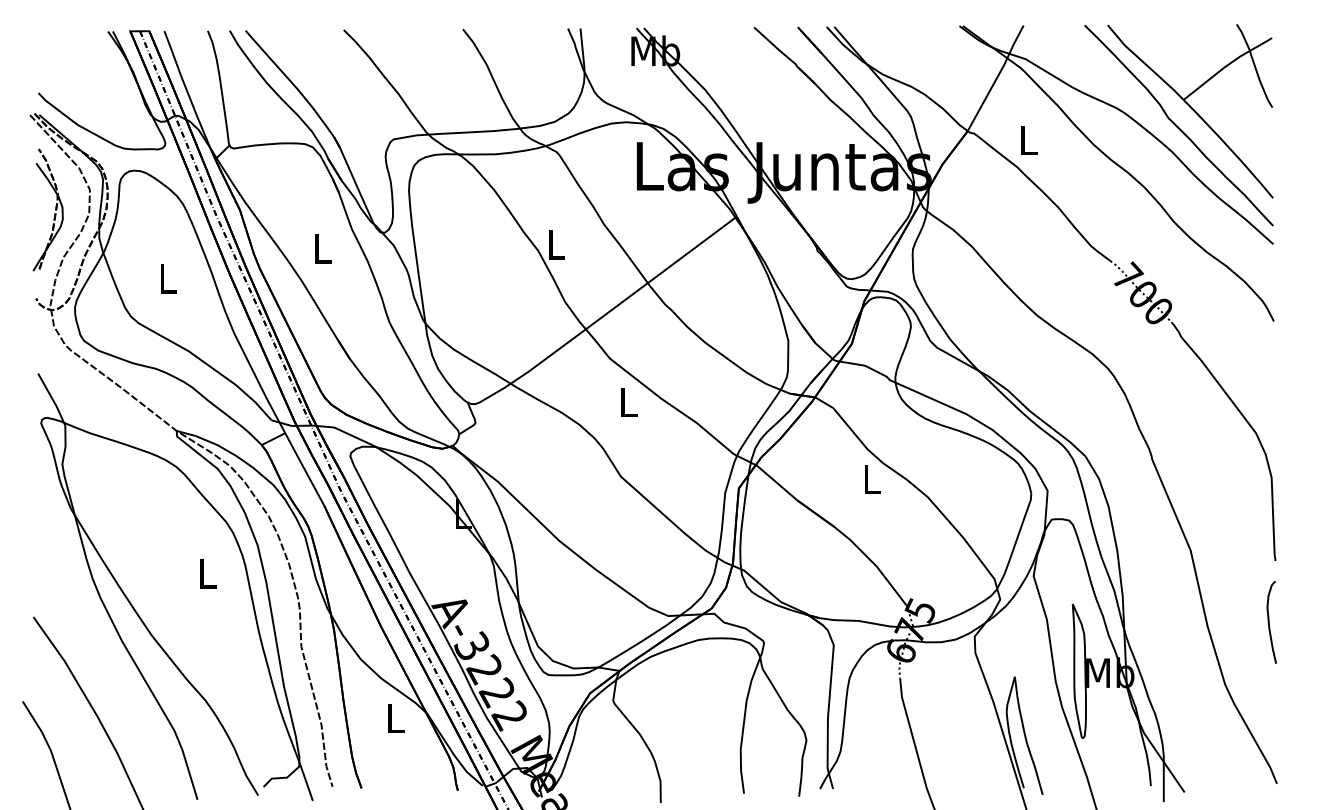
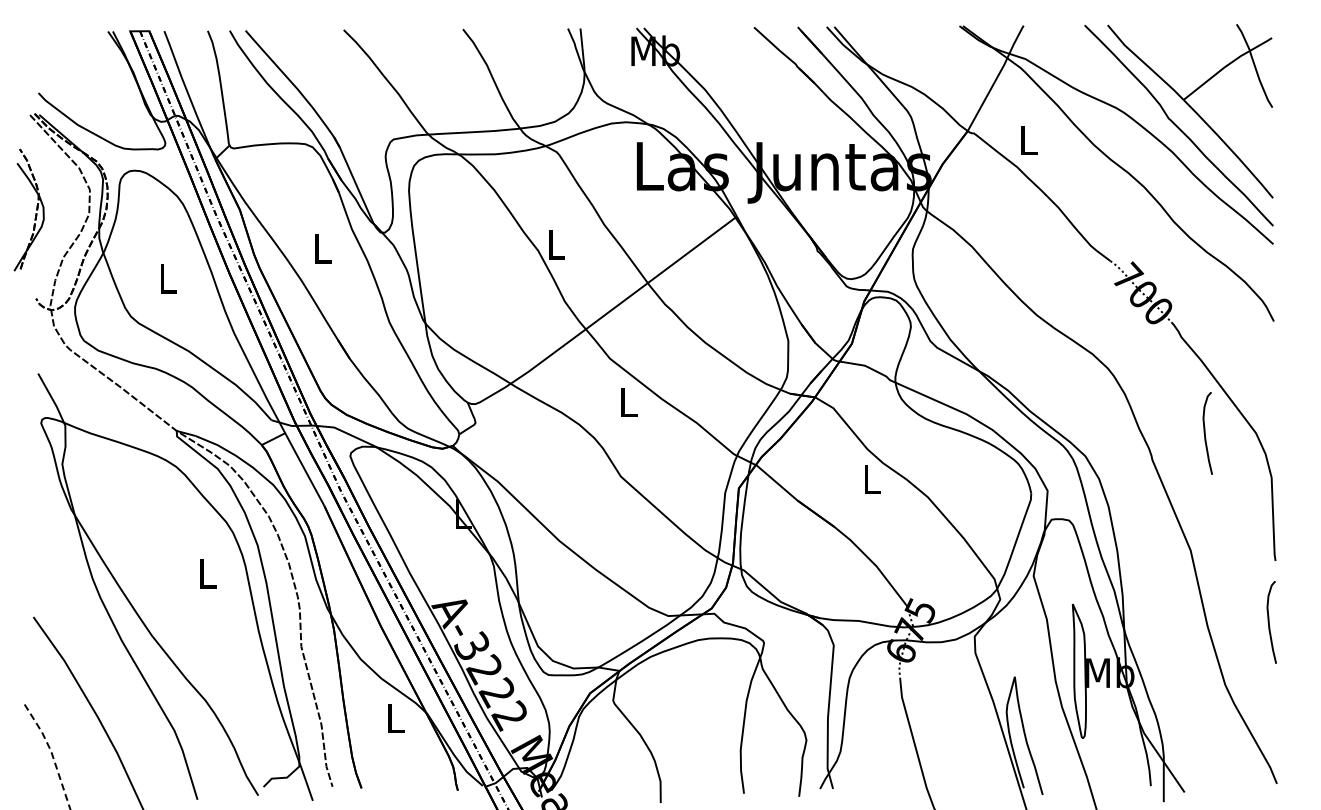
part at (55, 209) position: (55, 209) -> (36, 209)
curve at (1205, 433): none -> present
line at (51, 752): solid -> dashed
